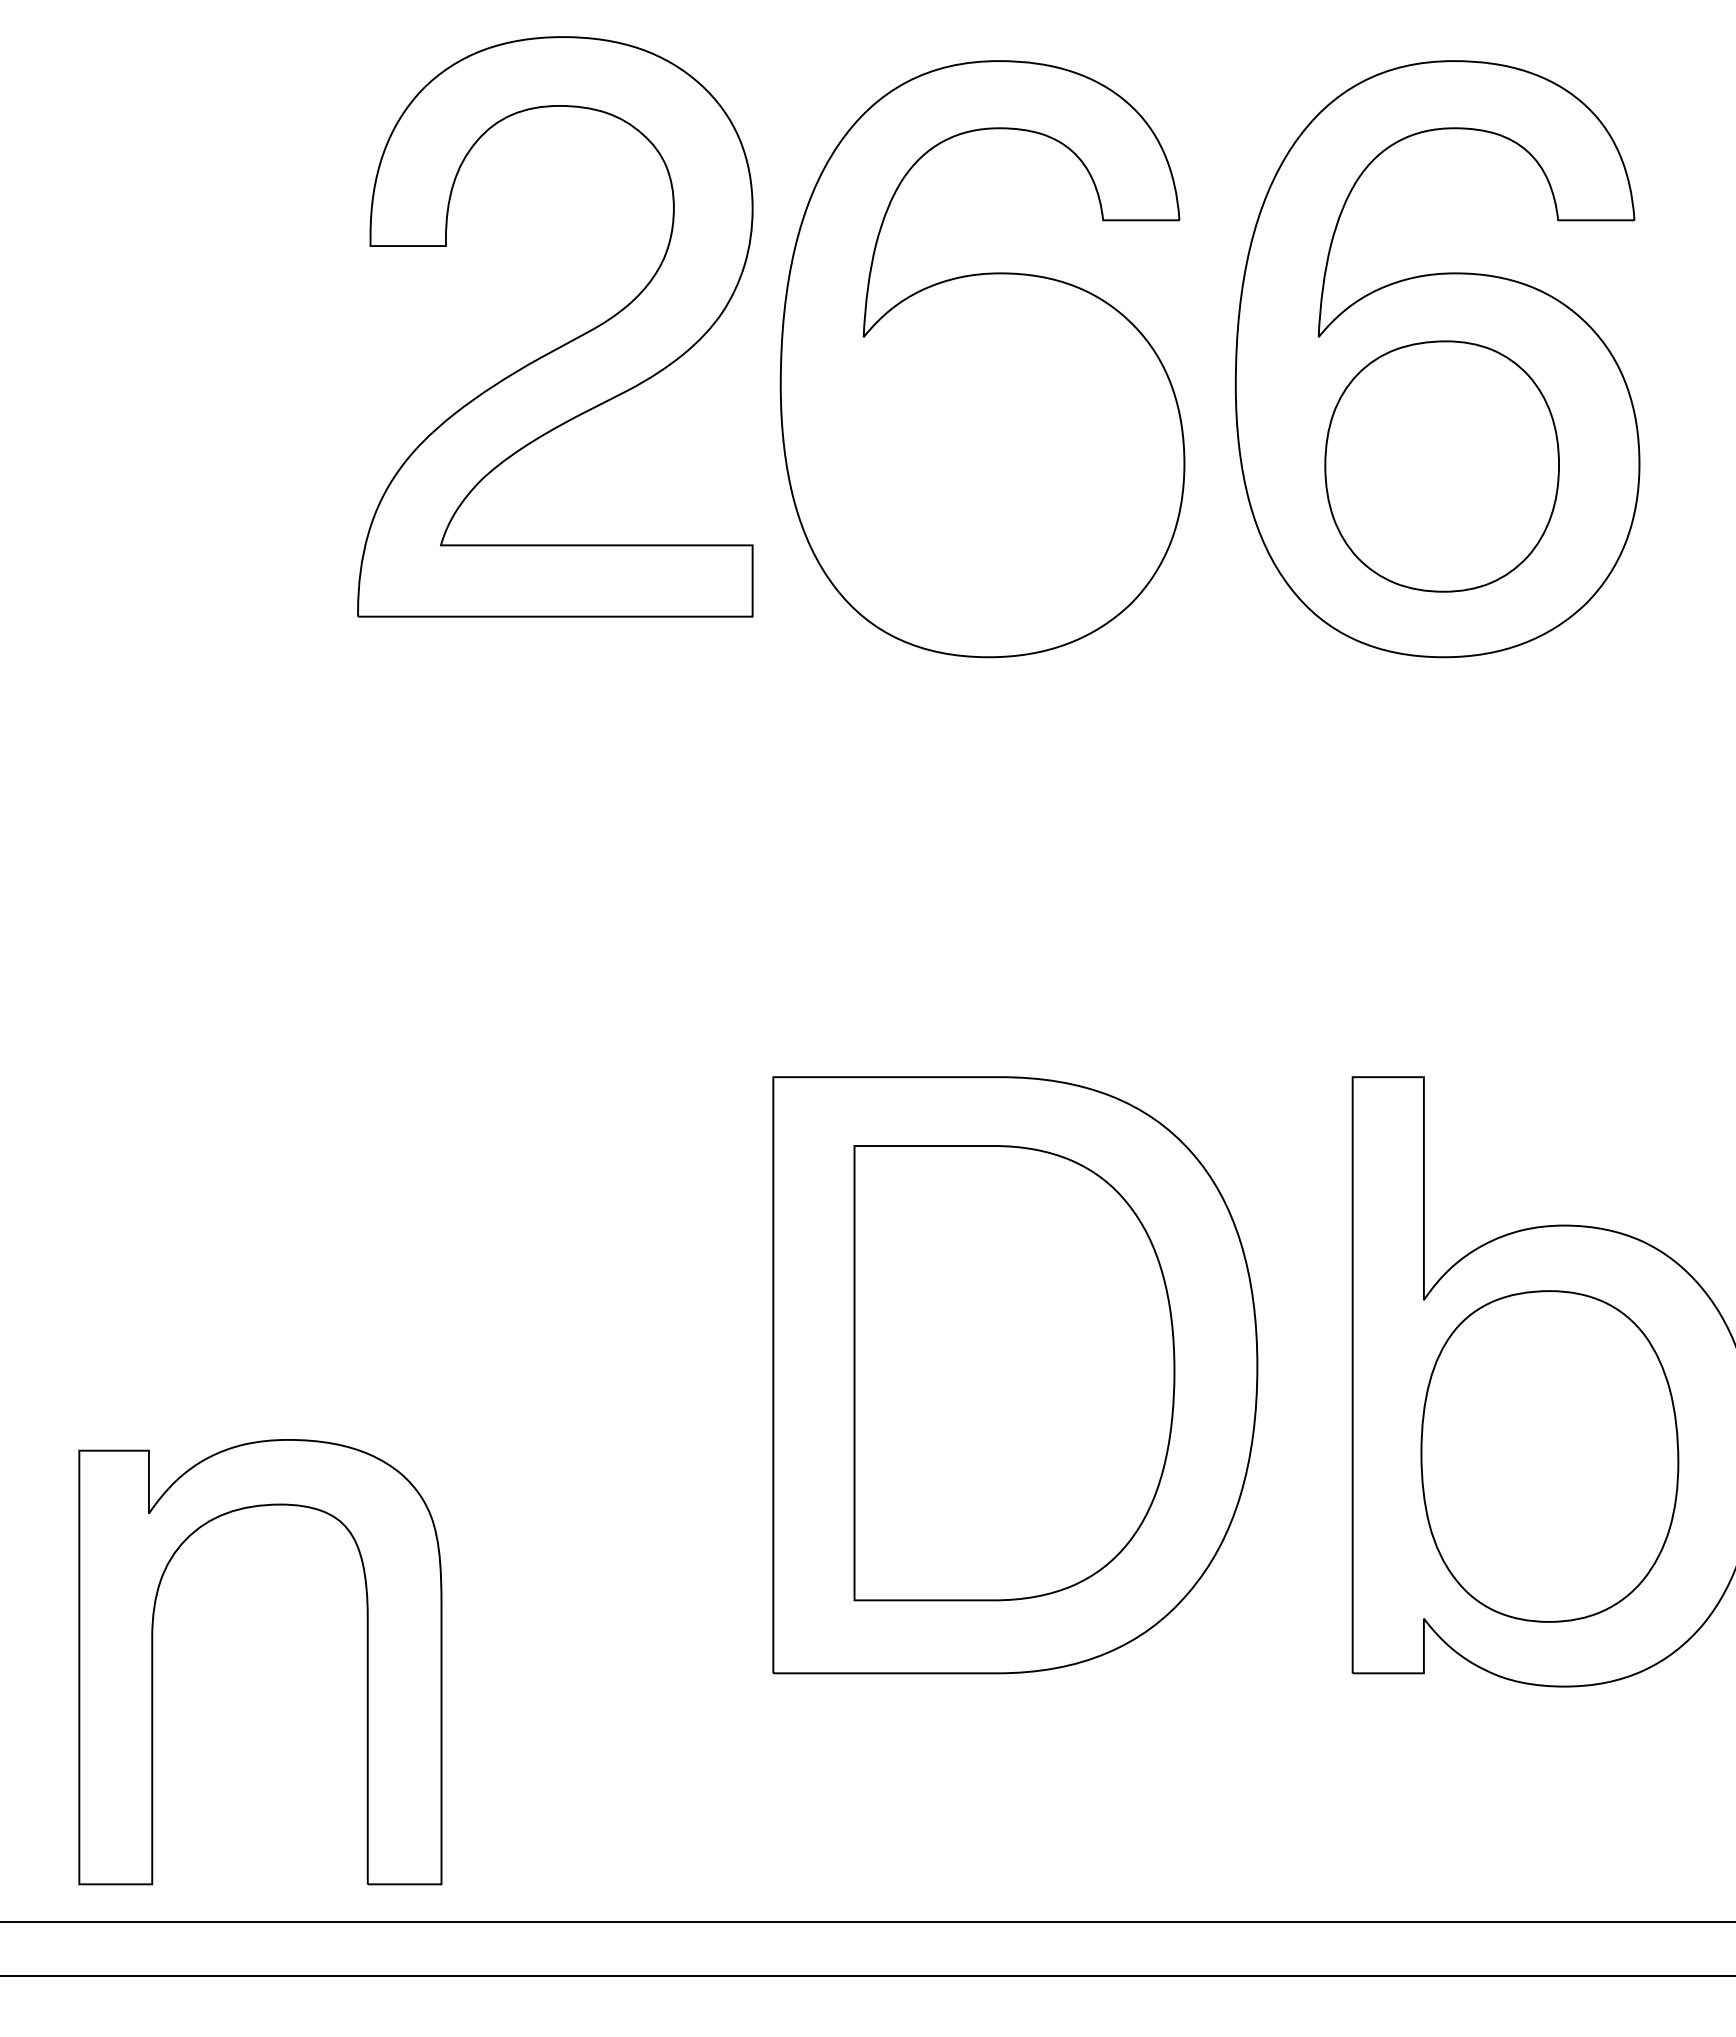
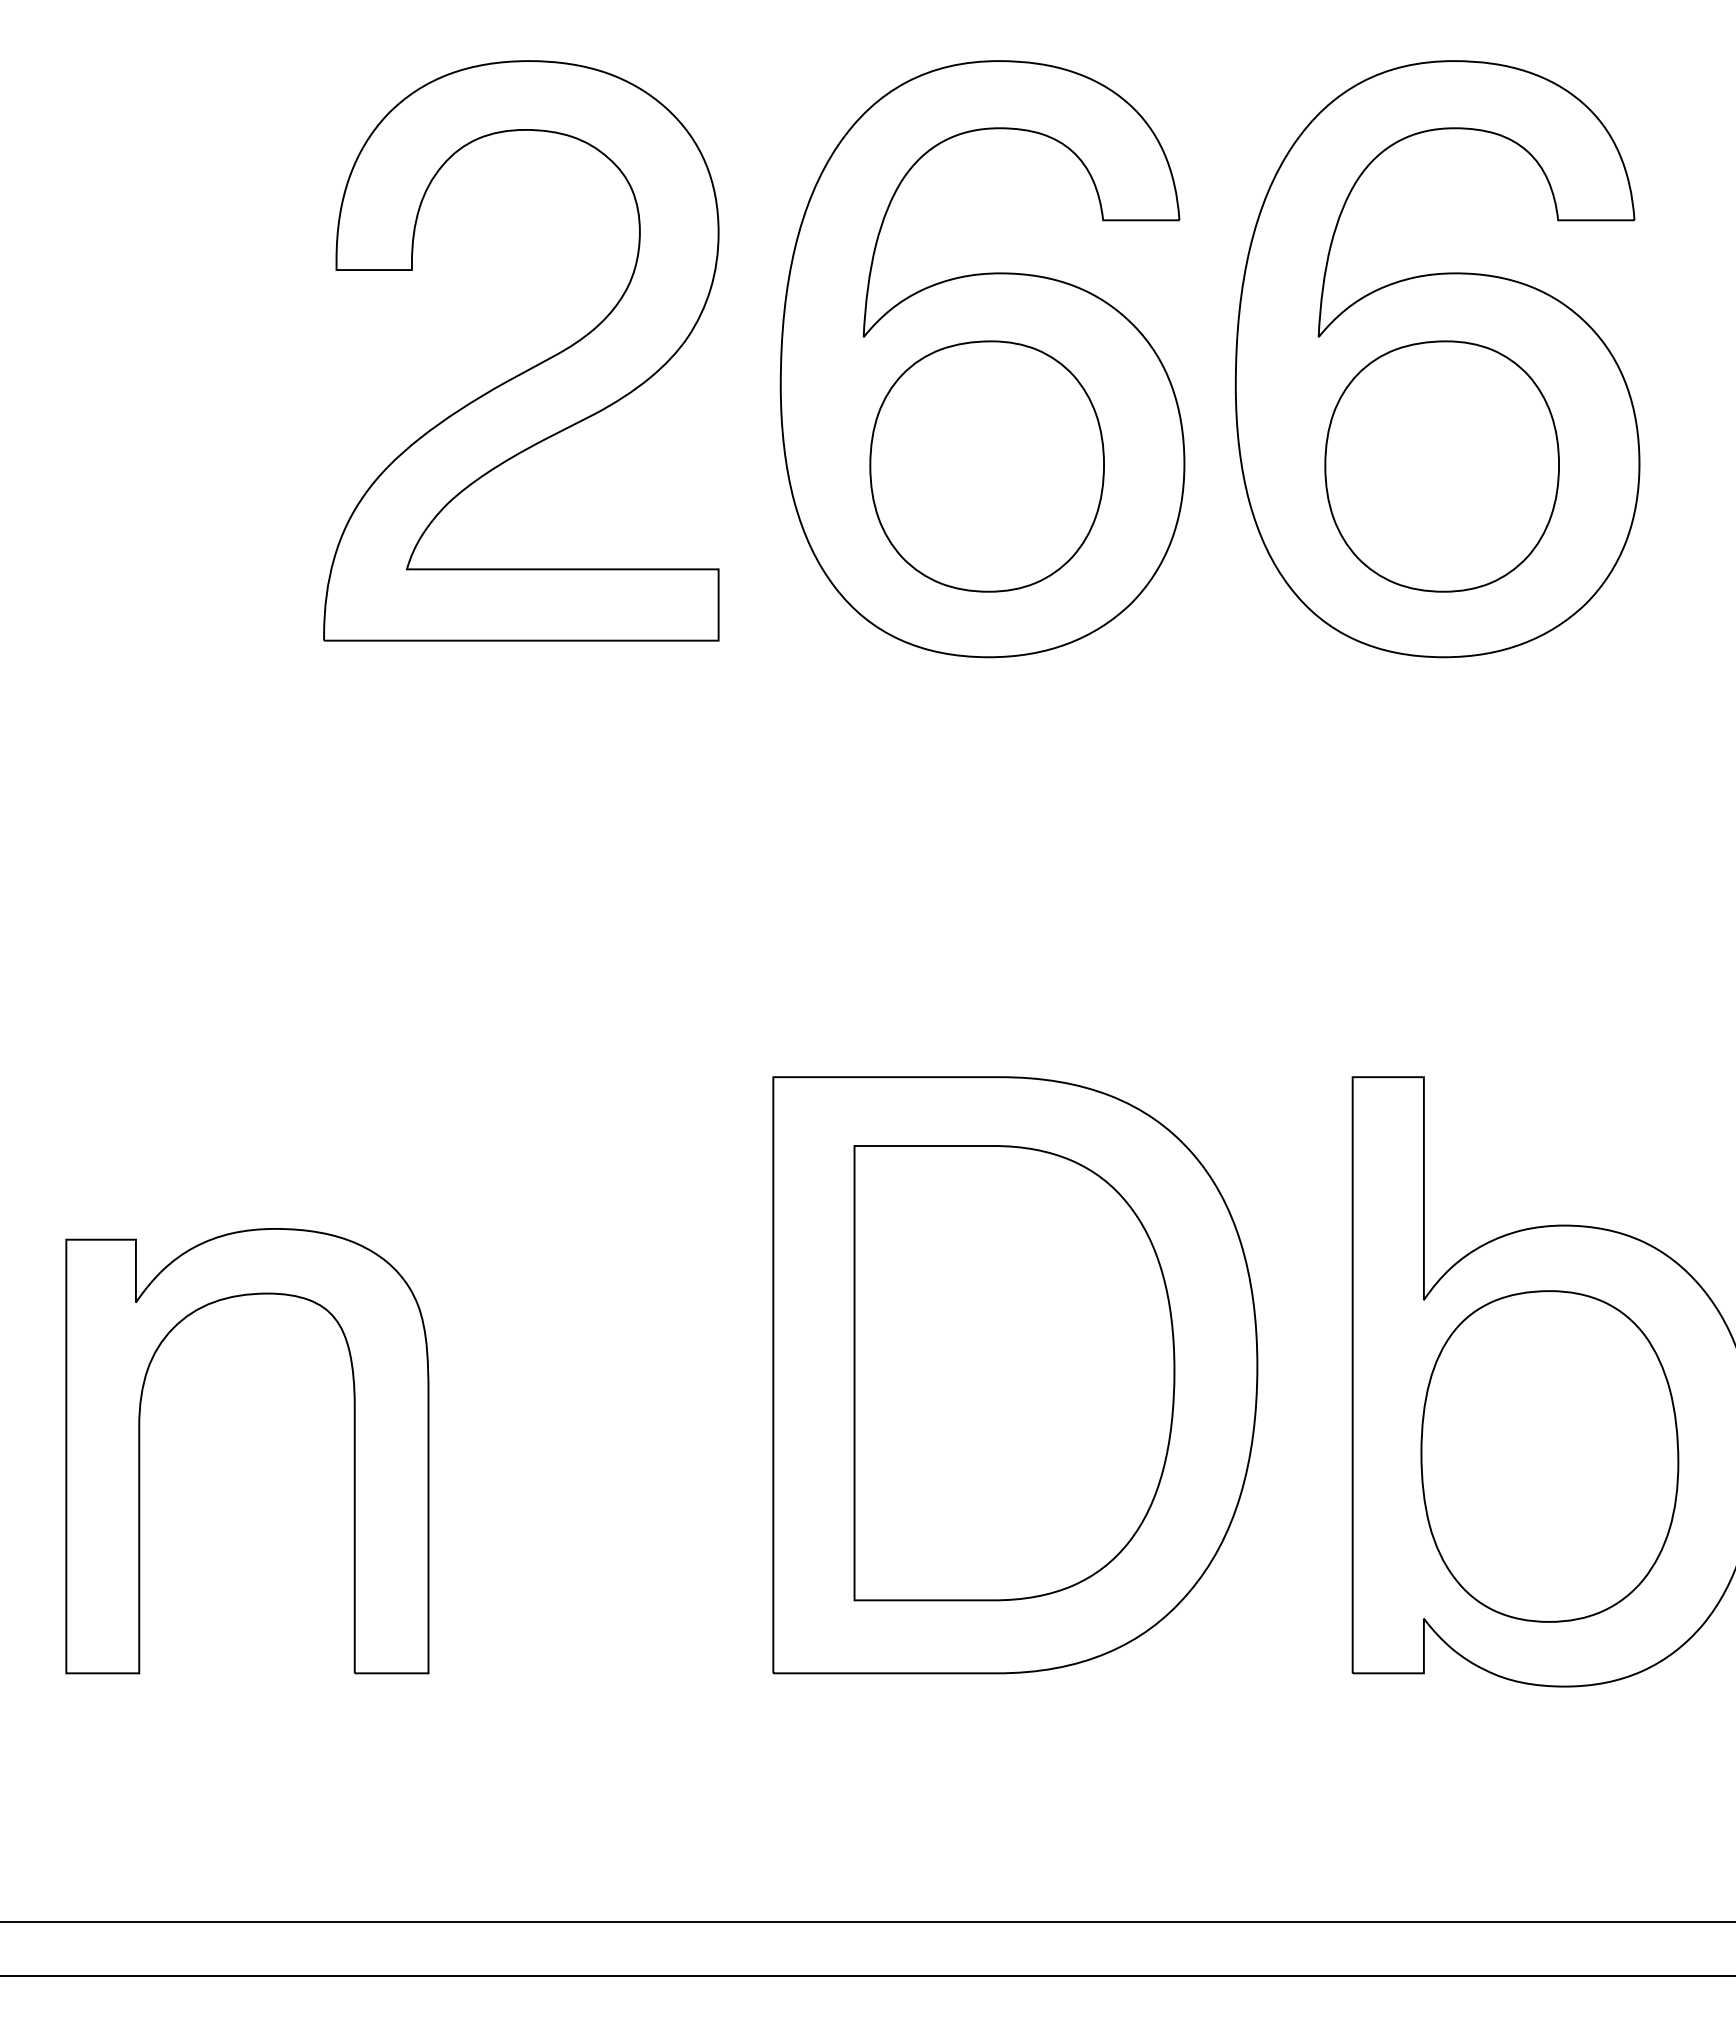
part at (564, 343) position: (564, 343) -> (530, 367)
part at (986, 466): none -> present
part at (366, 1662) position: (366, 1662) -> (353, 1451)
